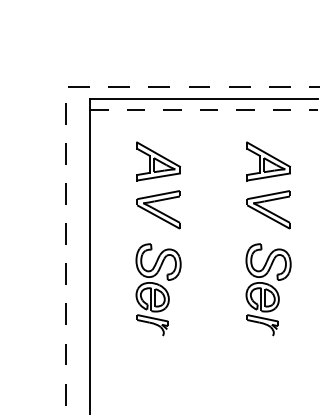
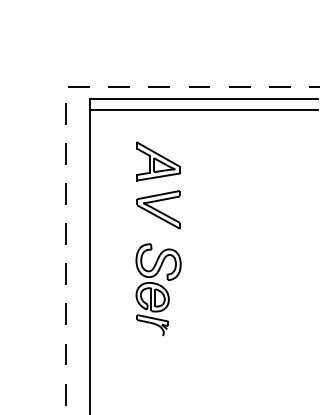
line at (204, 109): dashed -> solid
part at (261, 244): present -> none
